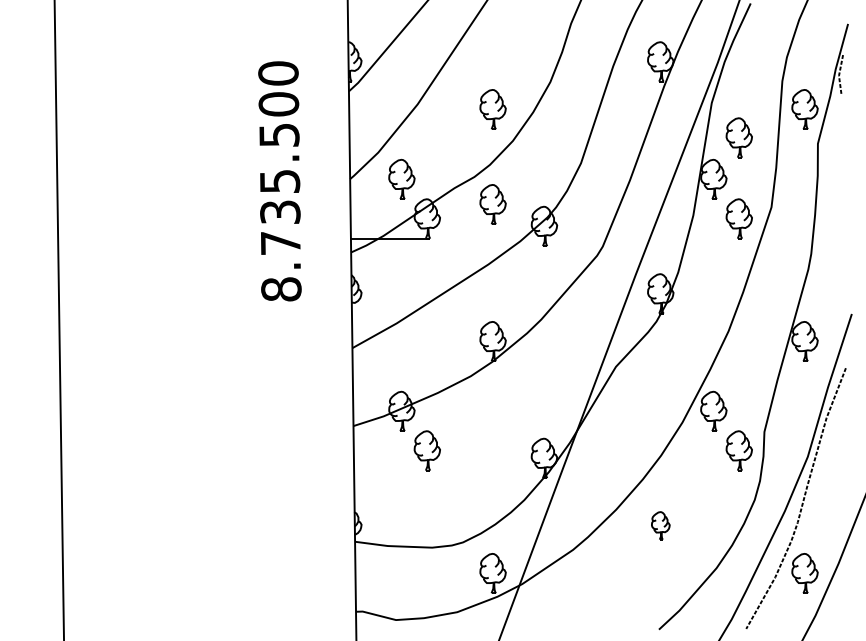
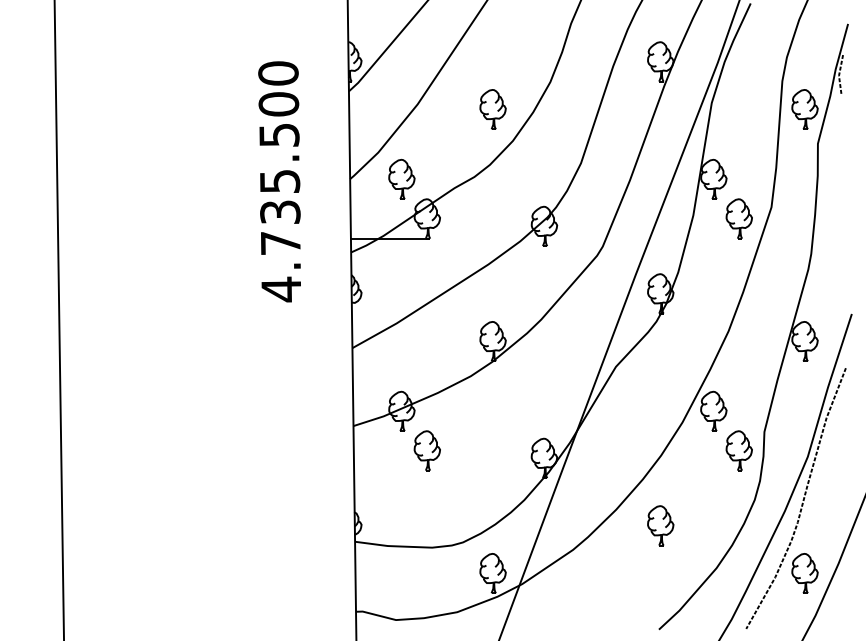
part at (738, 137): present -> none
part at (492, 204): present -> none
text at (281, 289): 8.735.500 -> 4.735.500
part at (660, 525) size: 20x30 px -> 28x42 px
